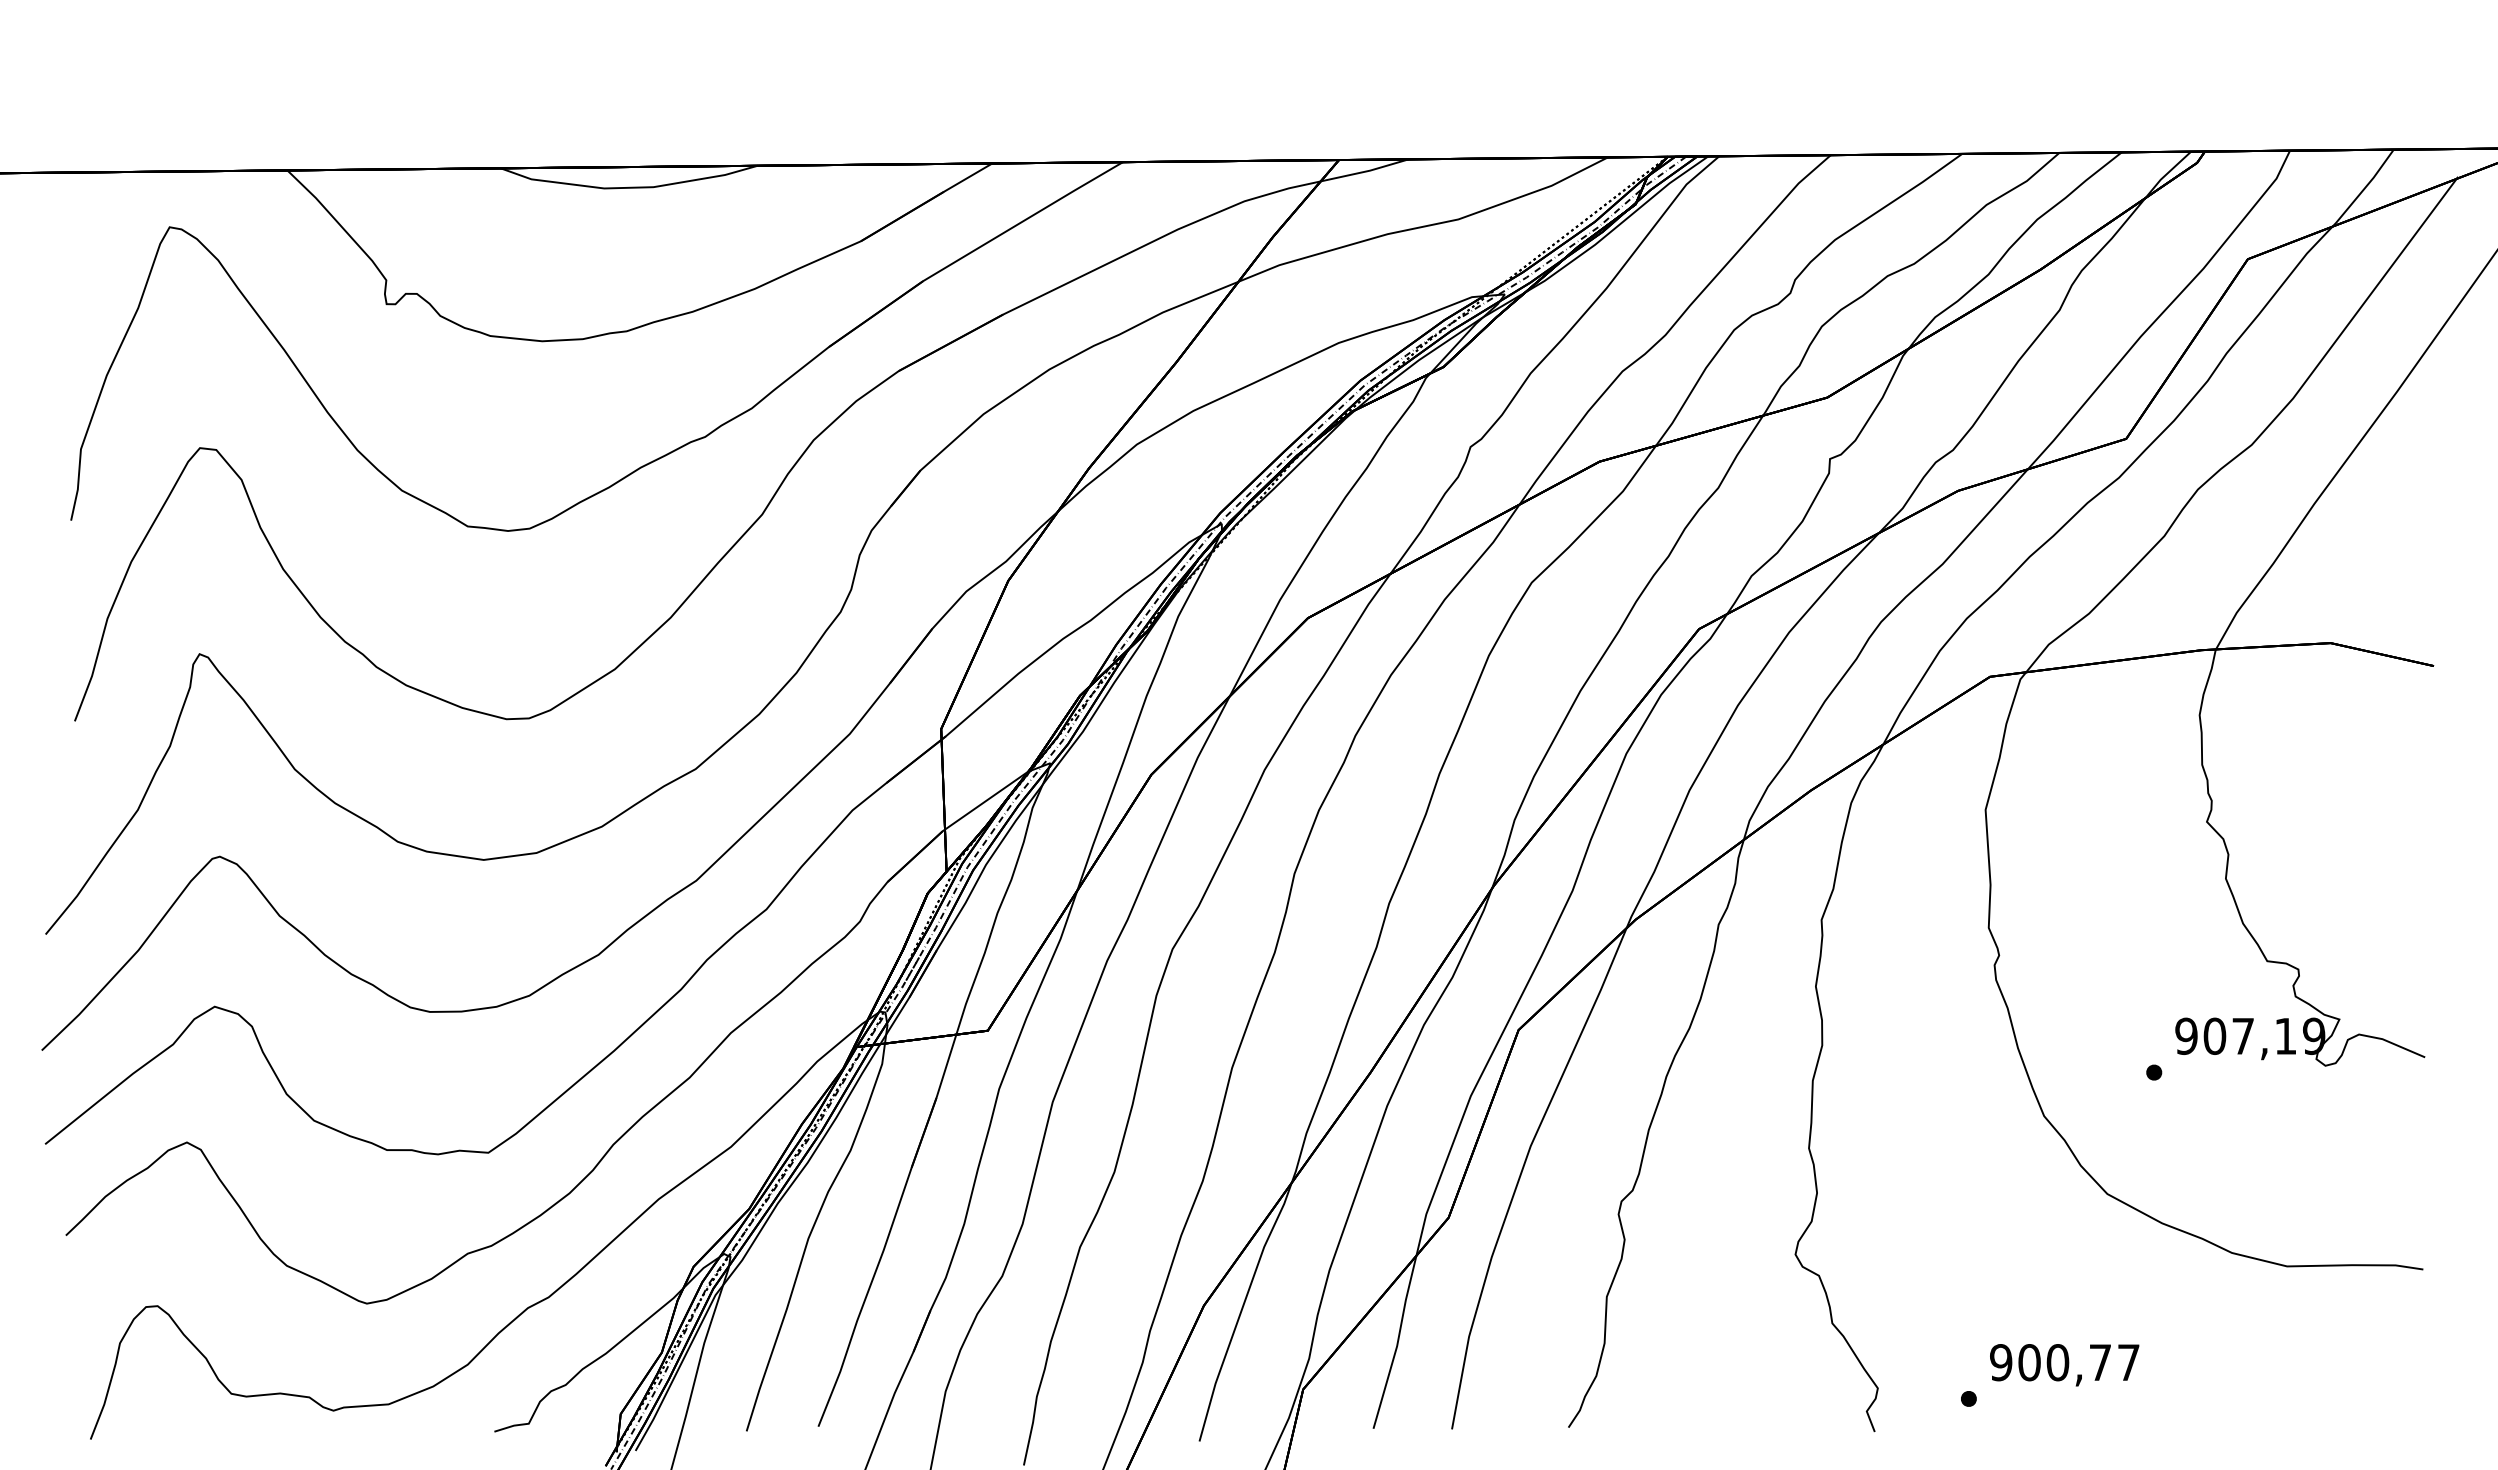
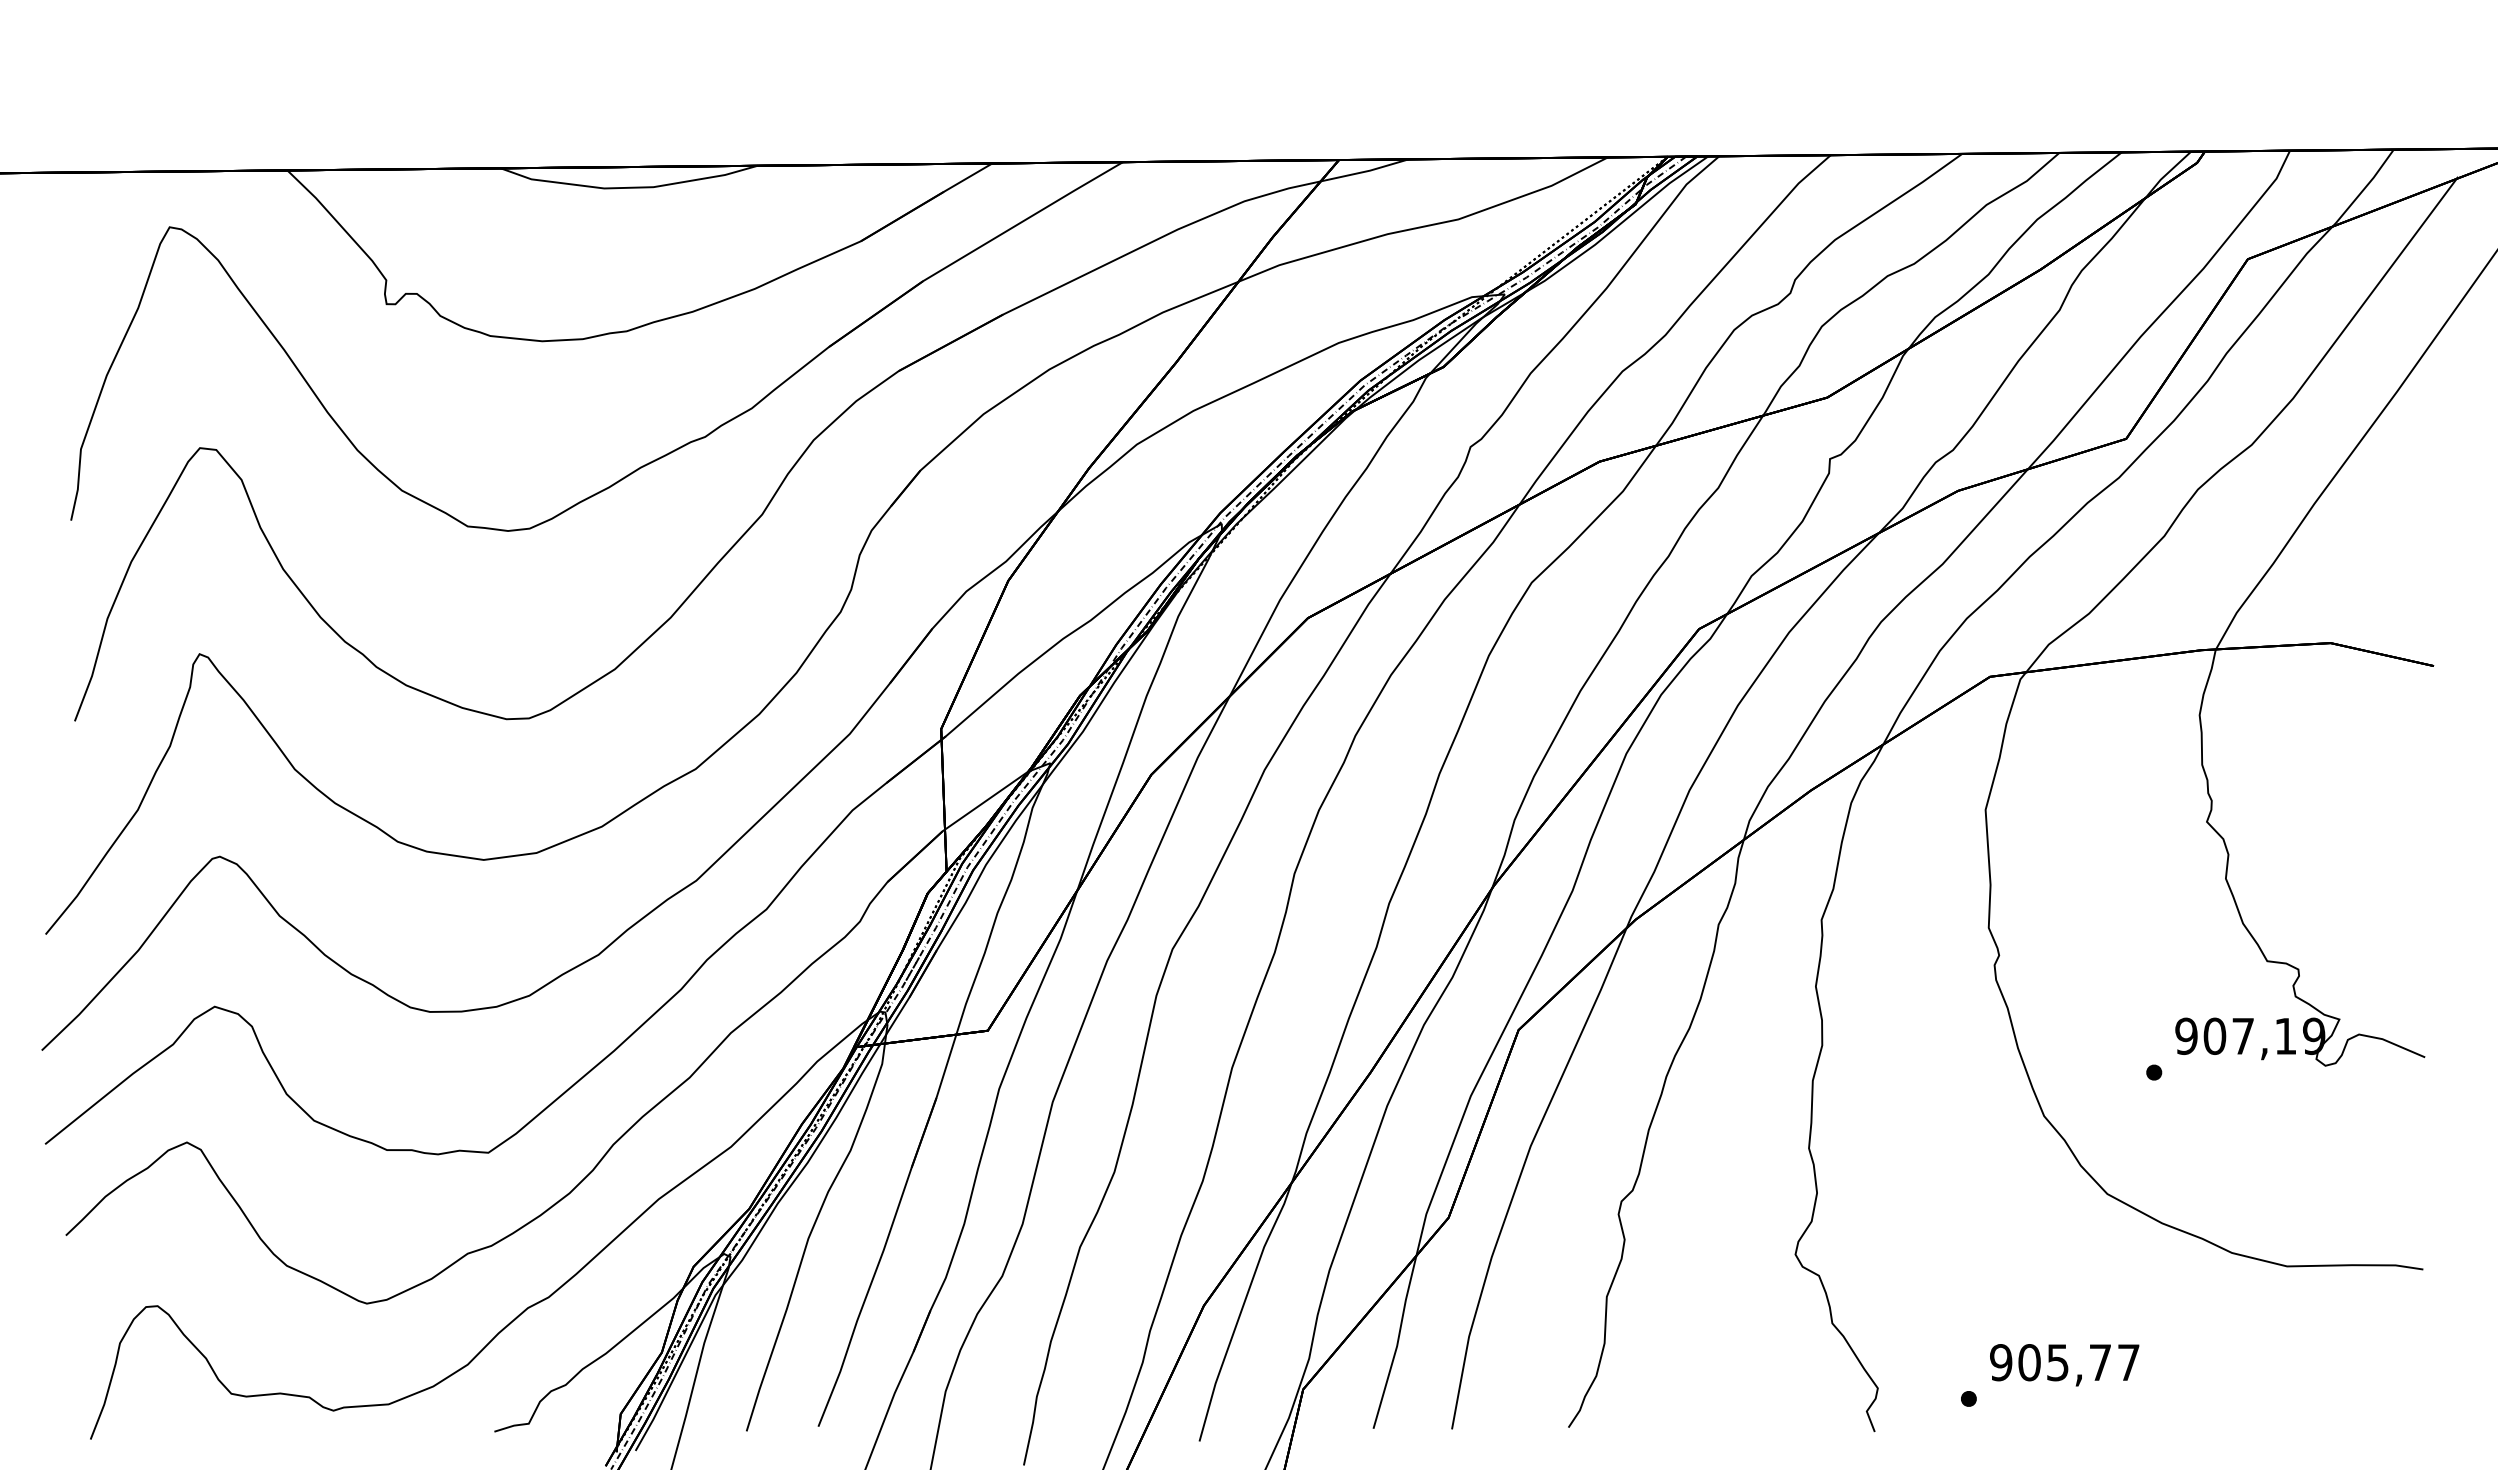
text at (2057, 1362): 900,77 -> 905,77
